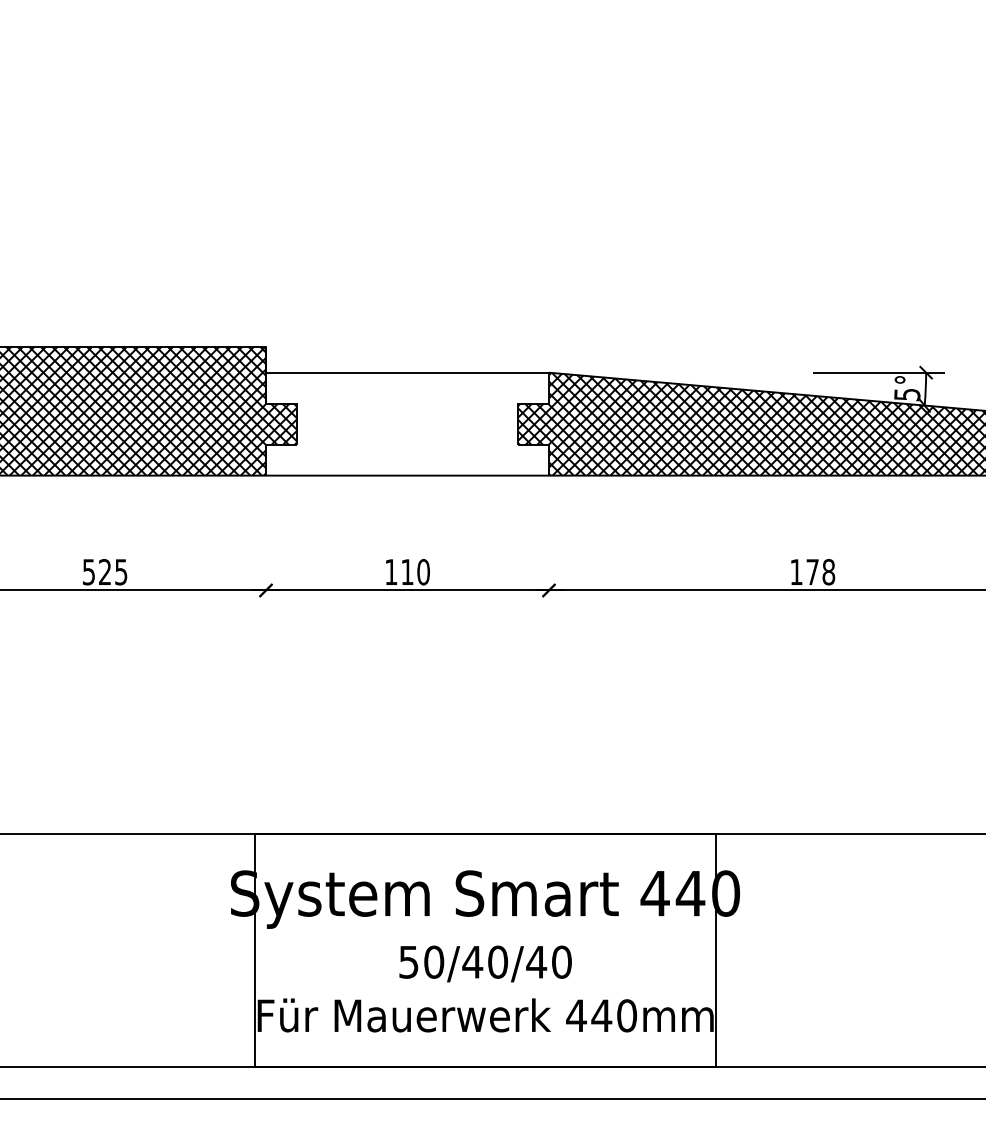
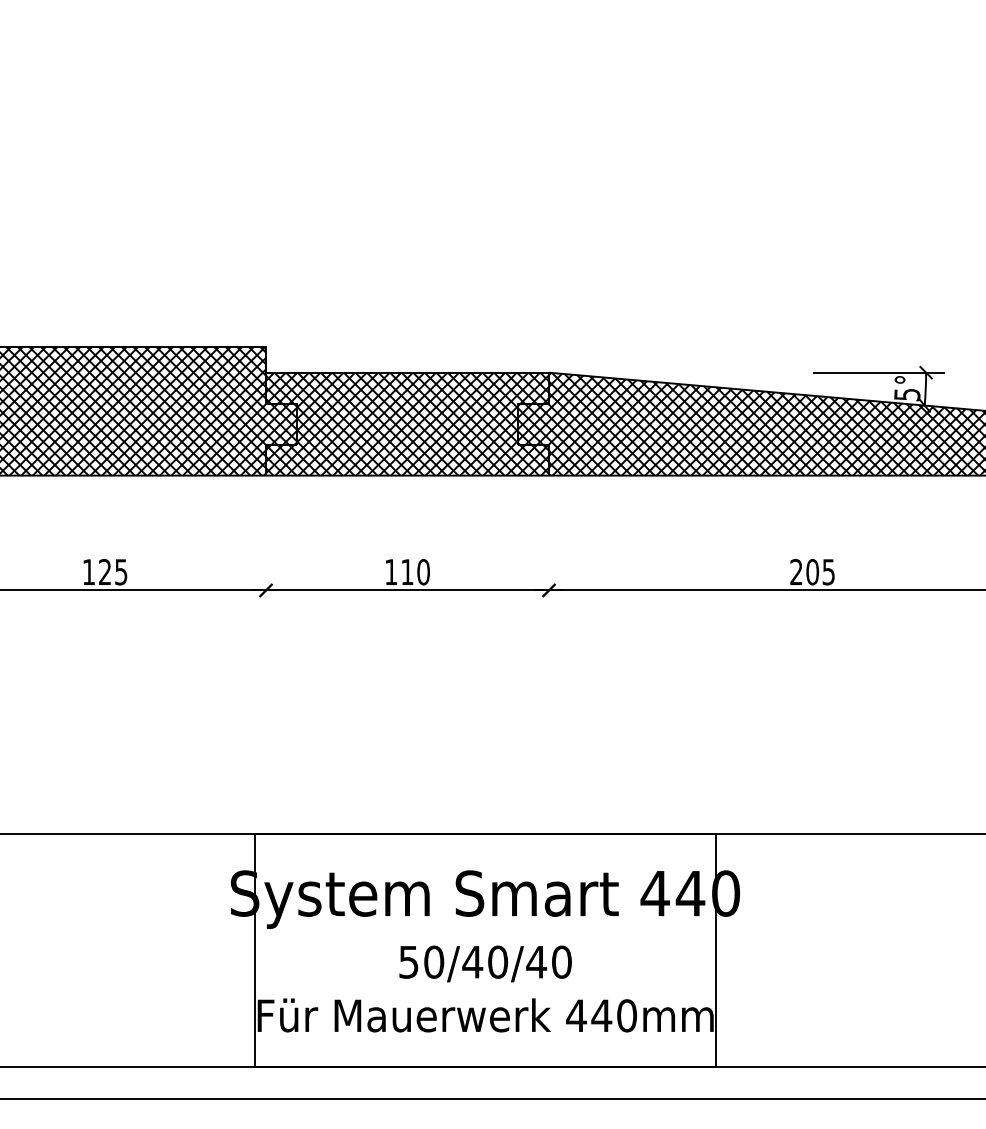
hatch at (407, 423): none -> present
text at (812, 571): 178 -> 205
text at (88, 572): 525 -> 125
